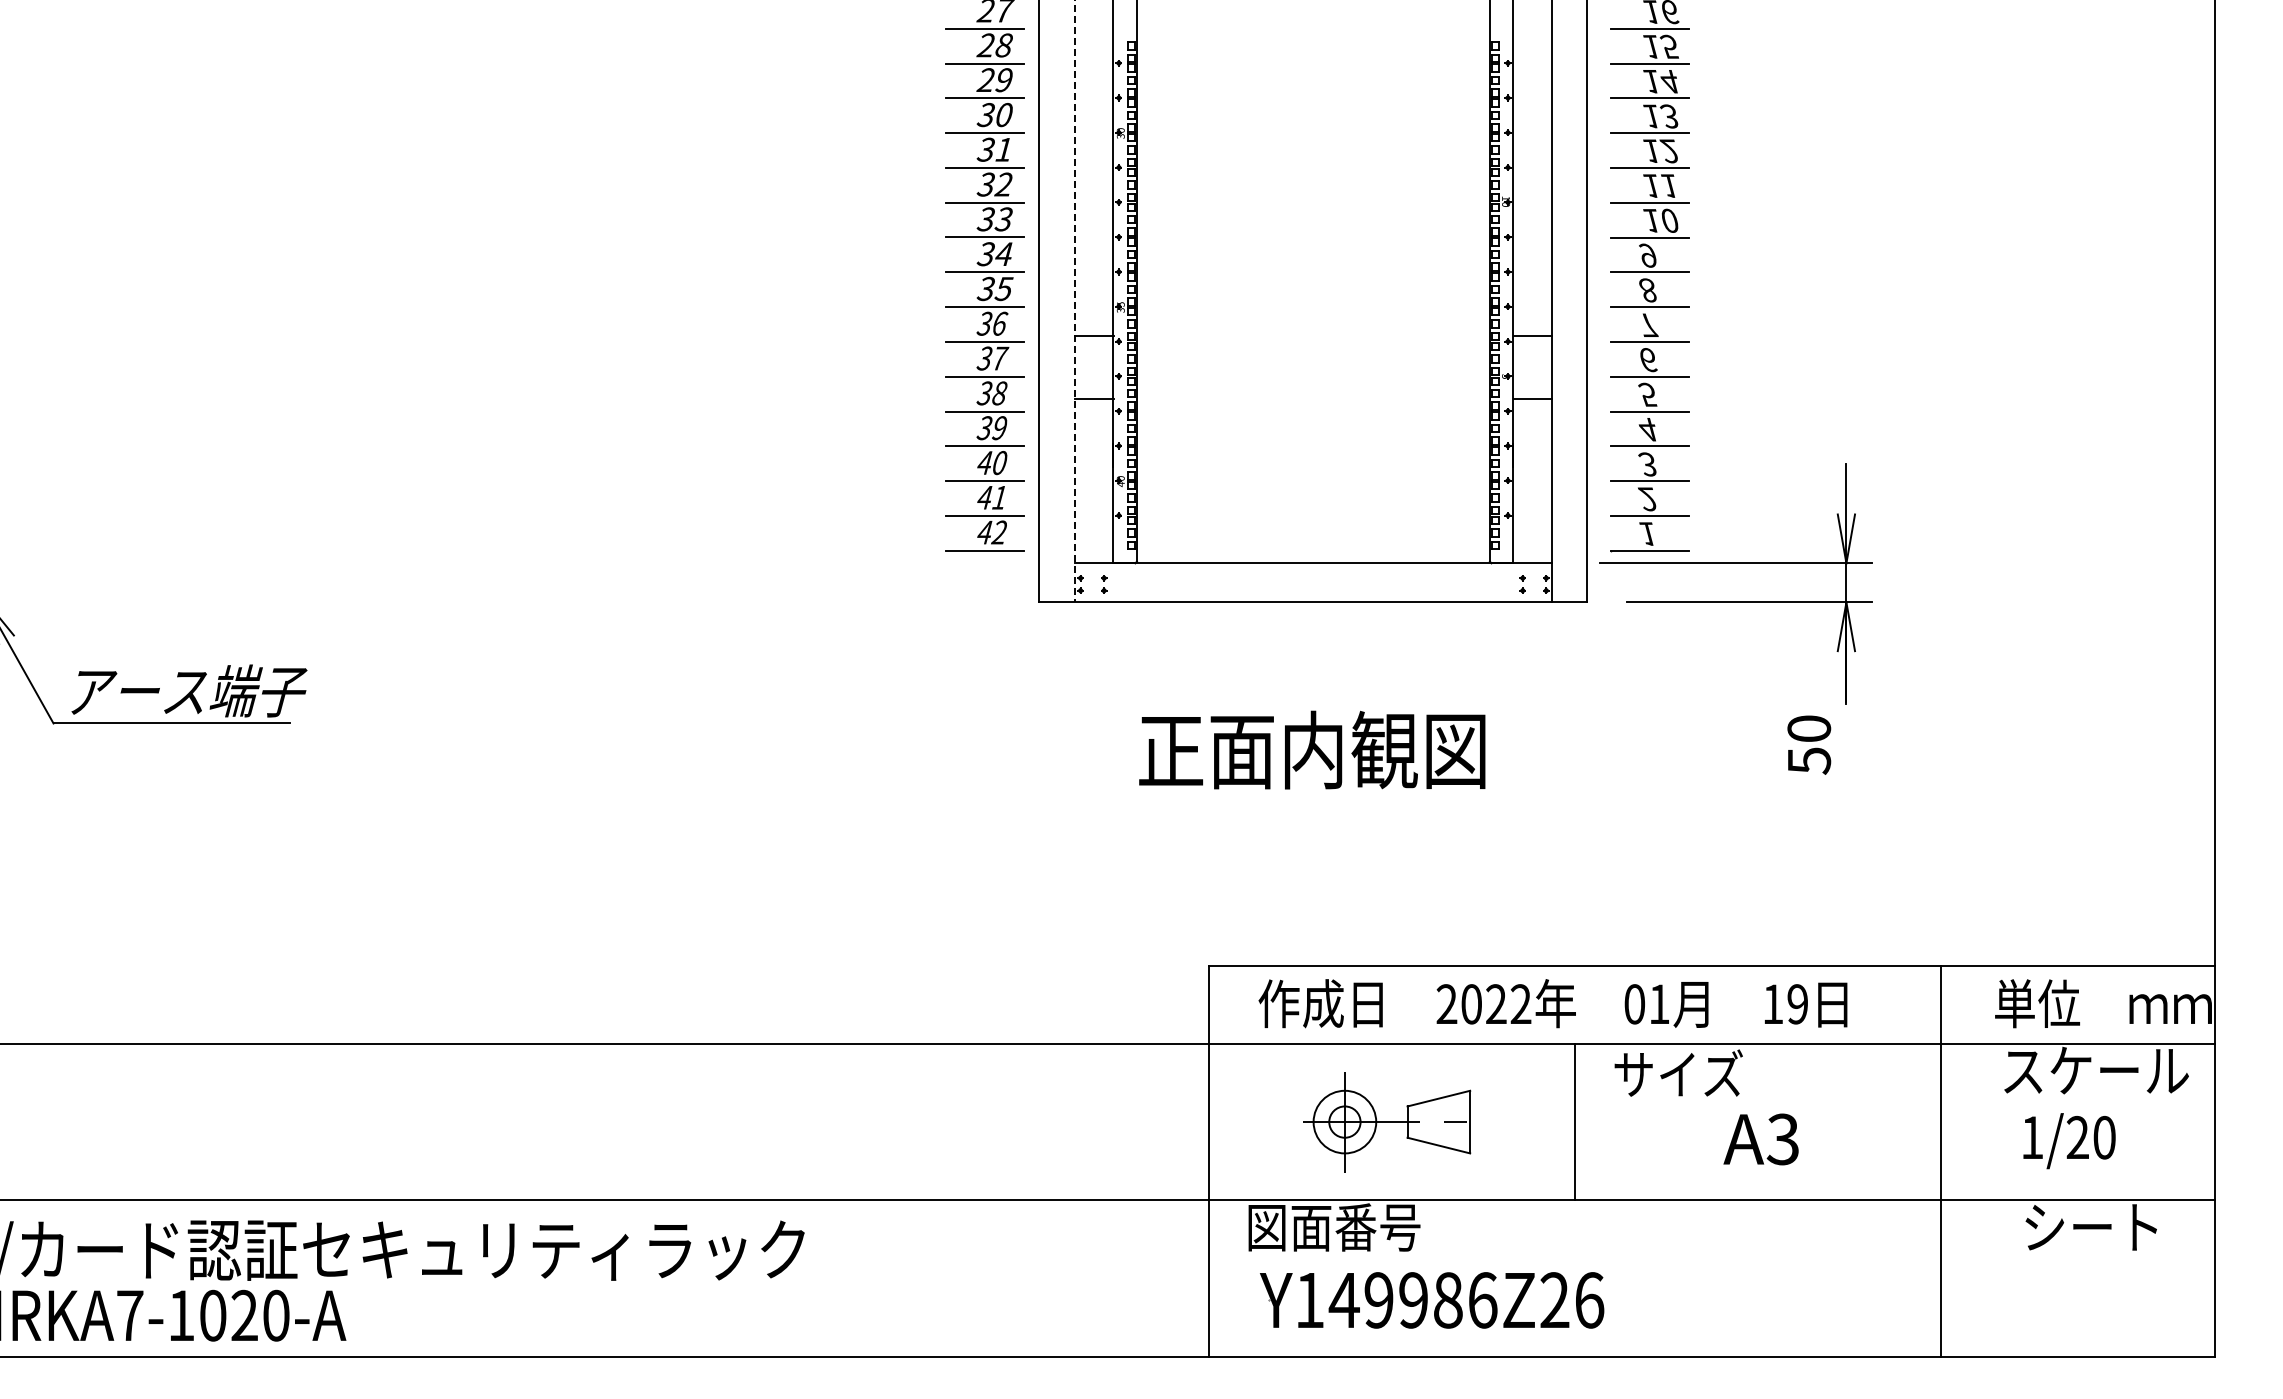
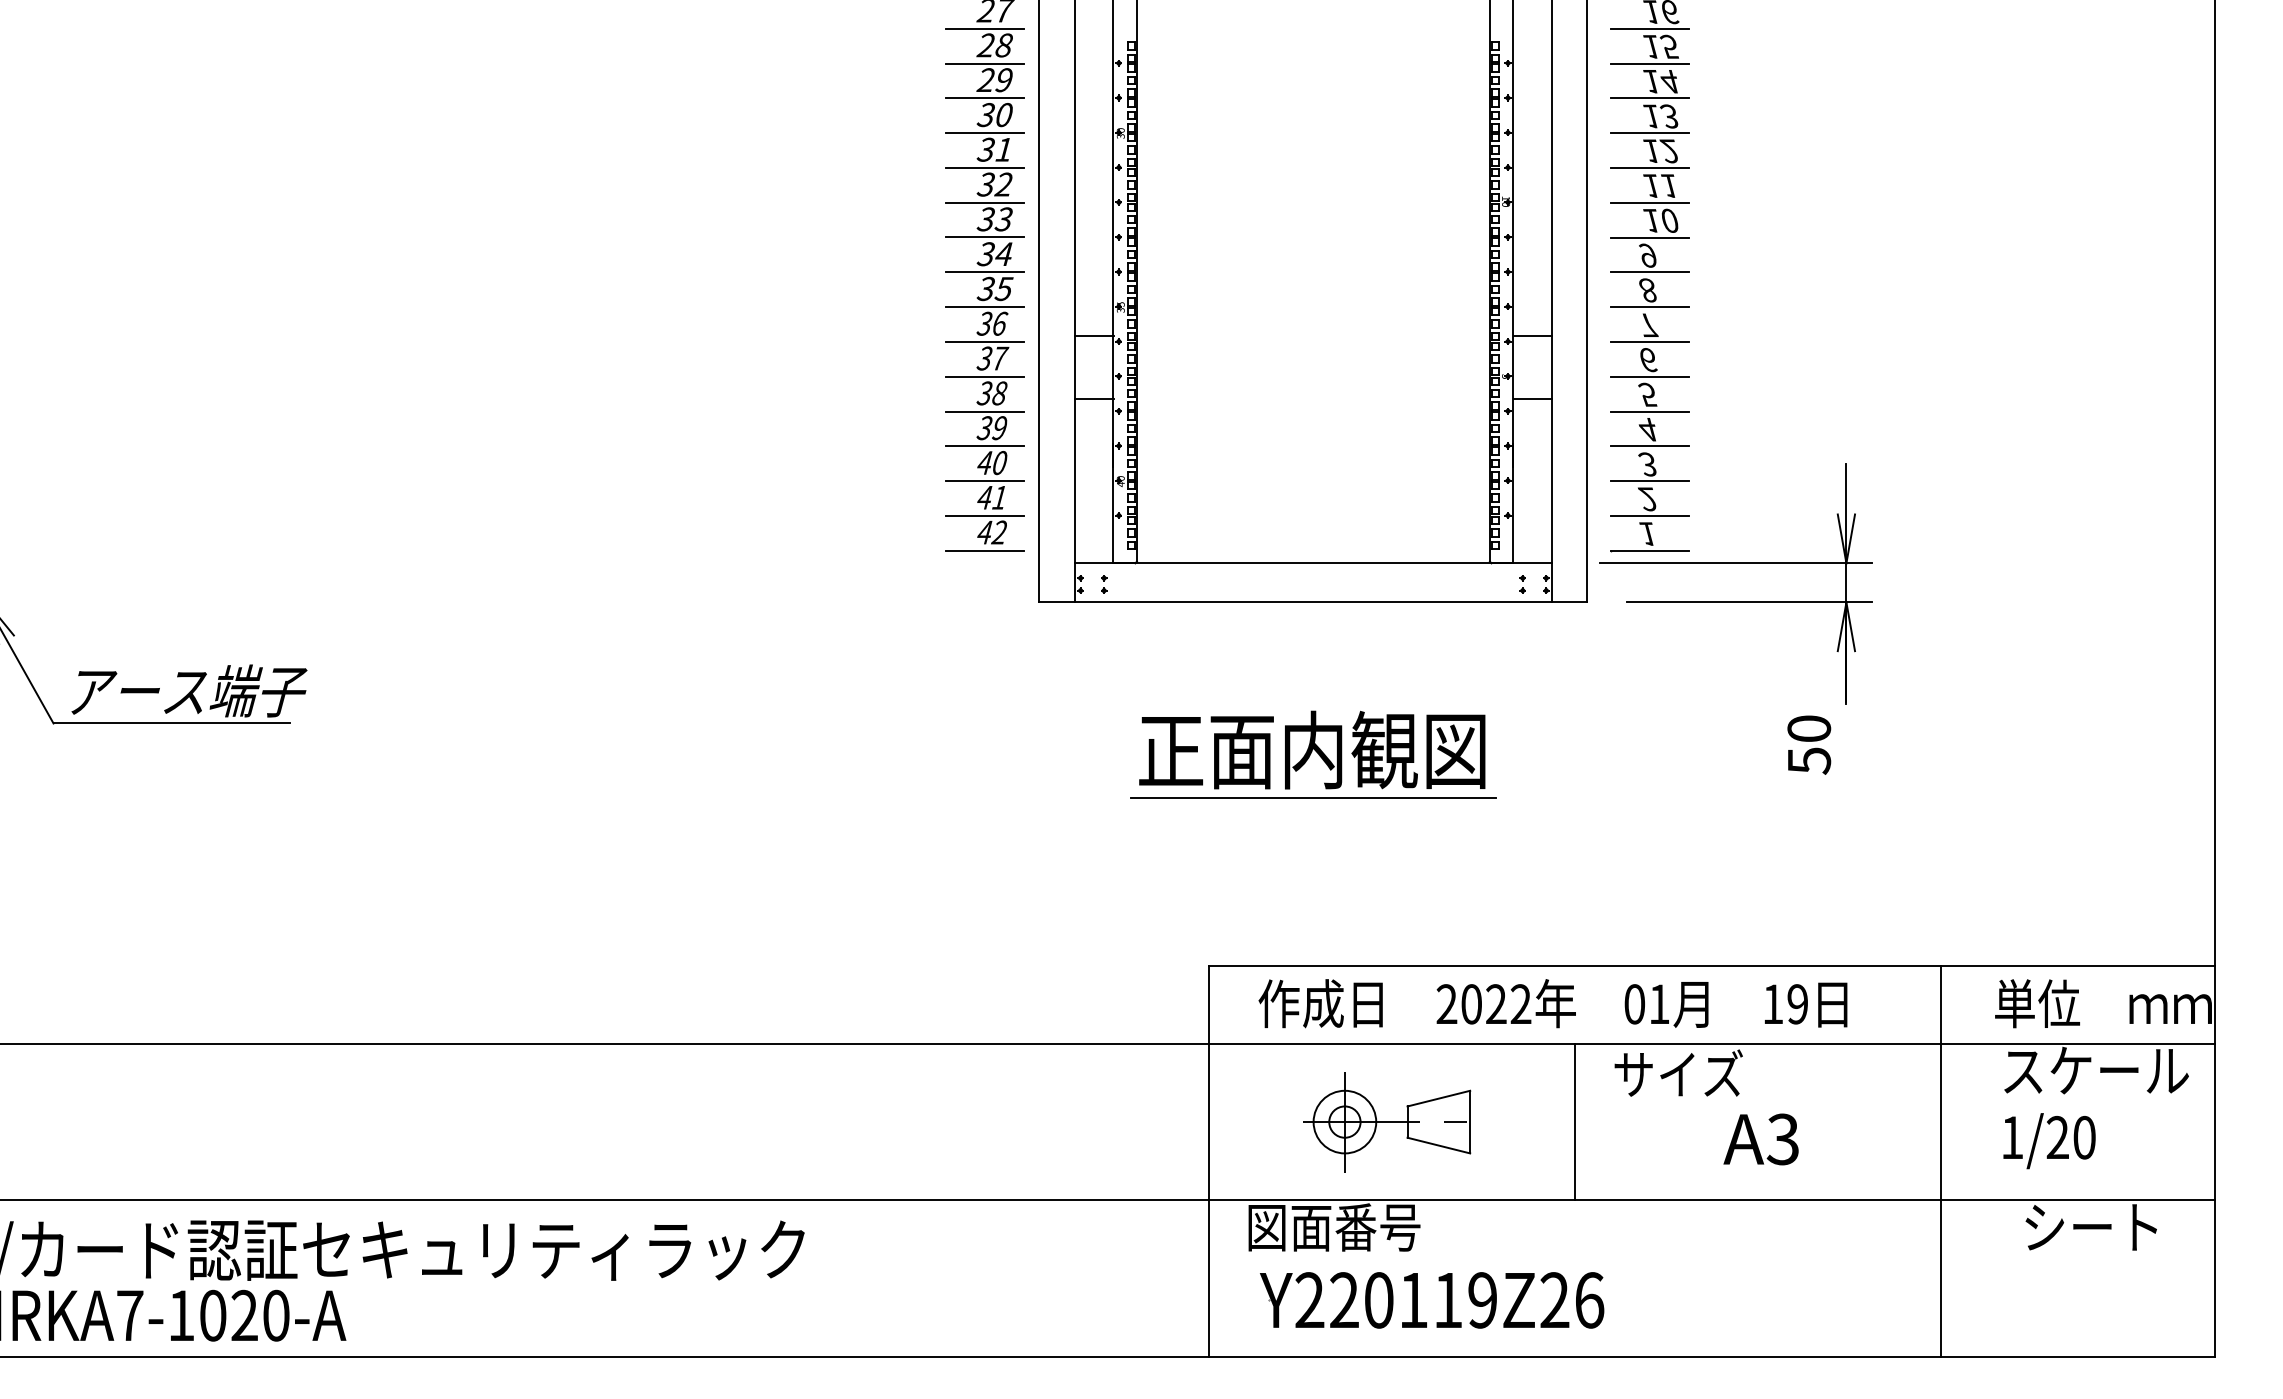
line at (1074, 301): dashed -> solid
line at (1313, 798): none -> present
text at (2069, 1141) position: (2069, 1141) -> (2049, 1141)
text at (1396, 1300): Y149986Z26 -> Y220119Z26
